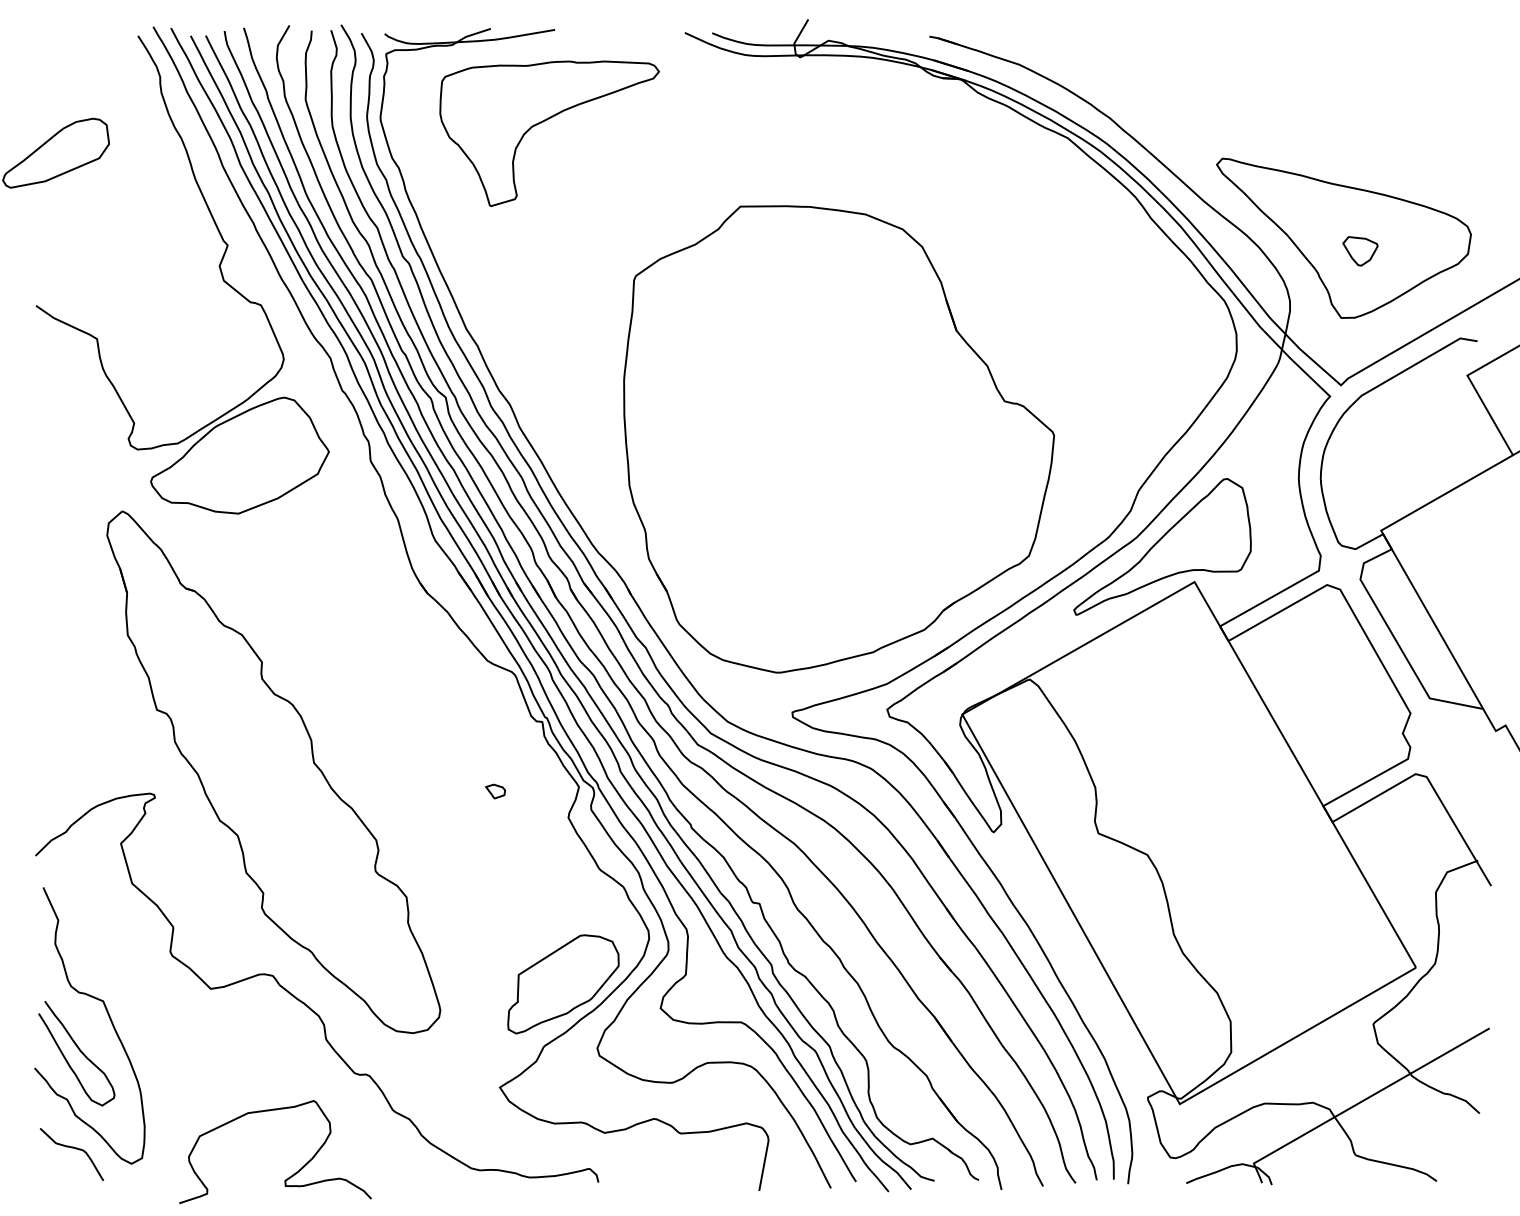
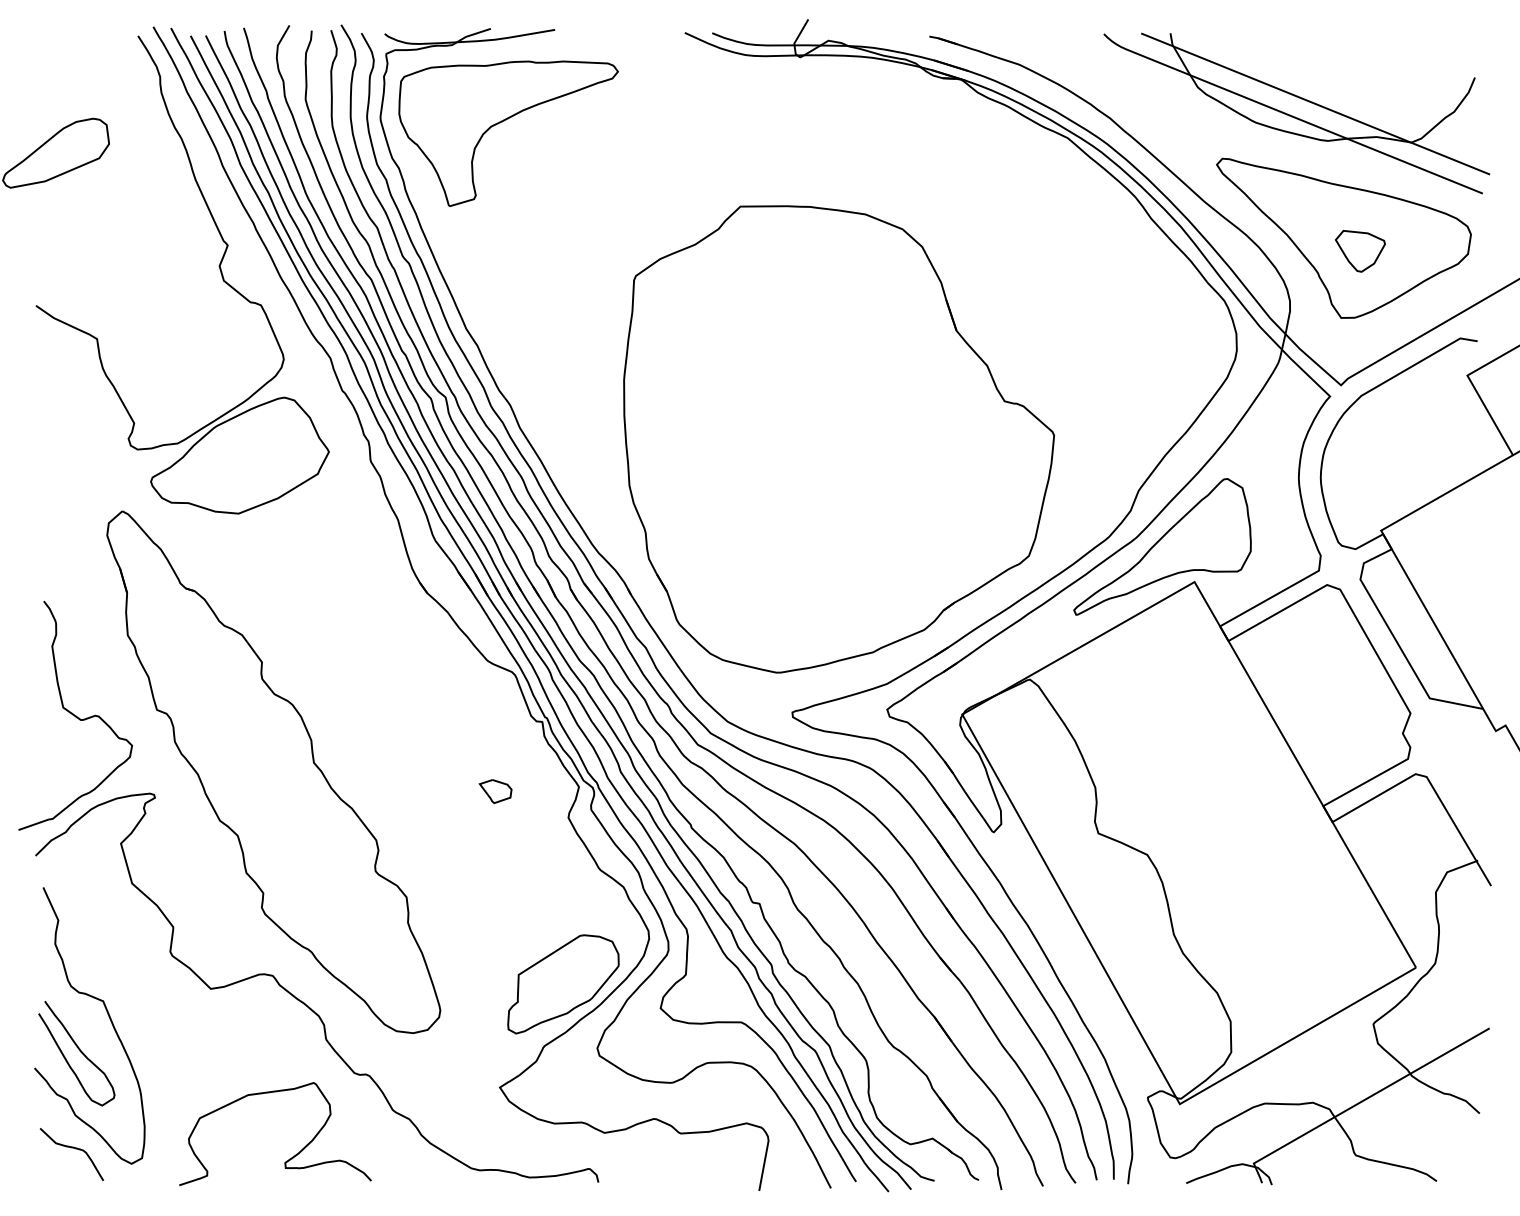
part at (1296, 113): none -> present
part at (543, 122) position: (543, 122) -> (502, 122)
part at (1360, 251) size: 37x31 px -> 51x43 px
curve at (75, 715): none -> present
part at (494, 791) size: 22x17 px -> 35x25 px
curve at (292, 1174) position: (292, 1174) -> (292, 1156)
